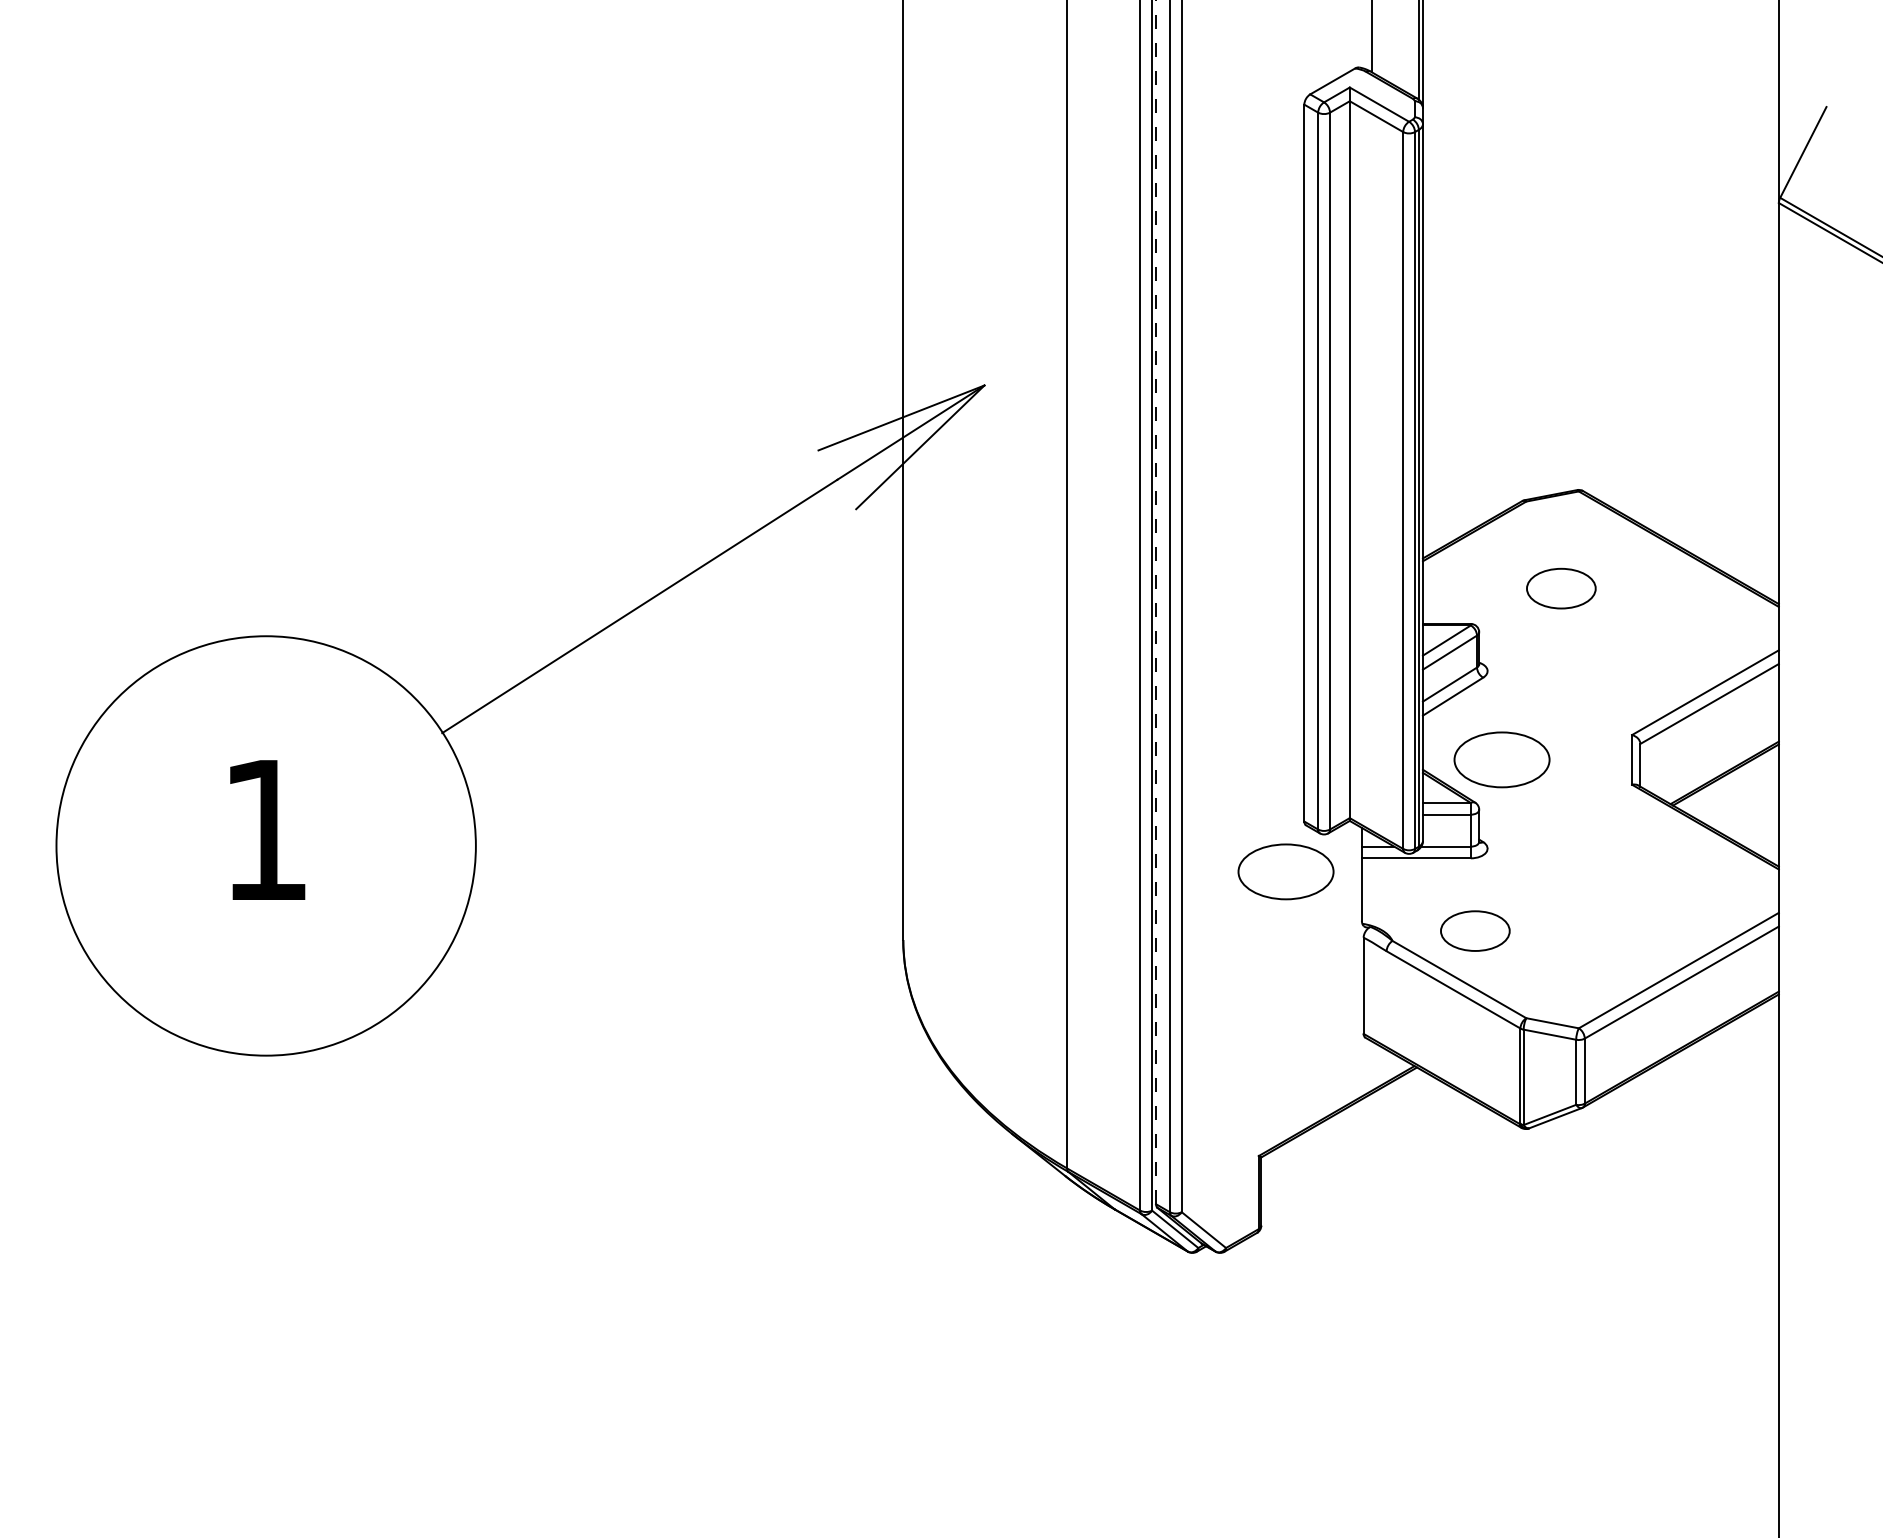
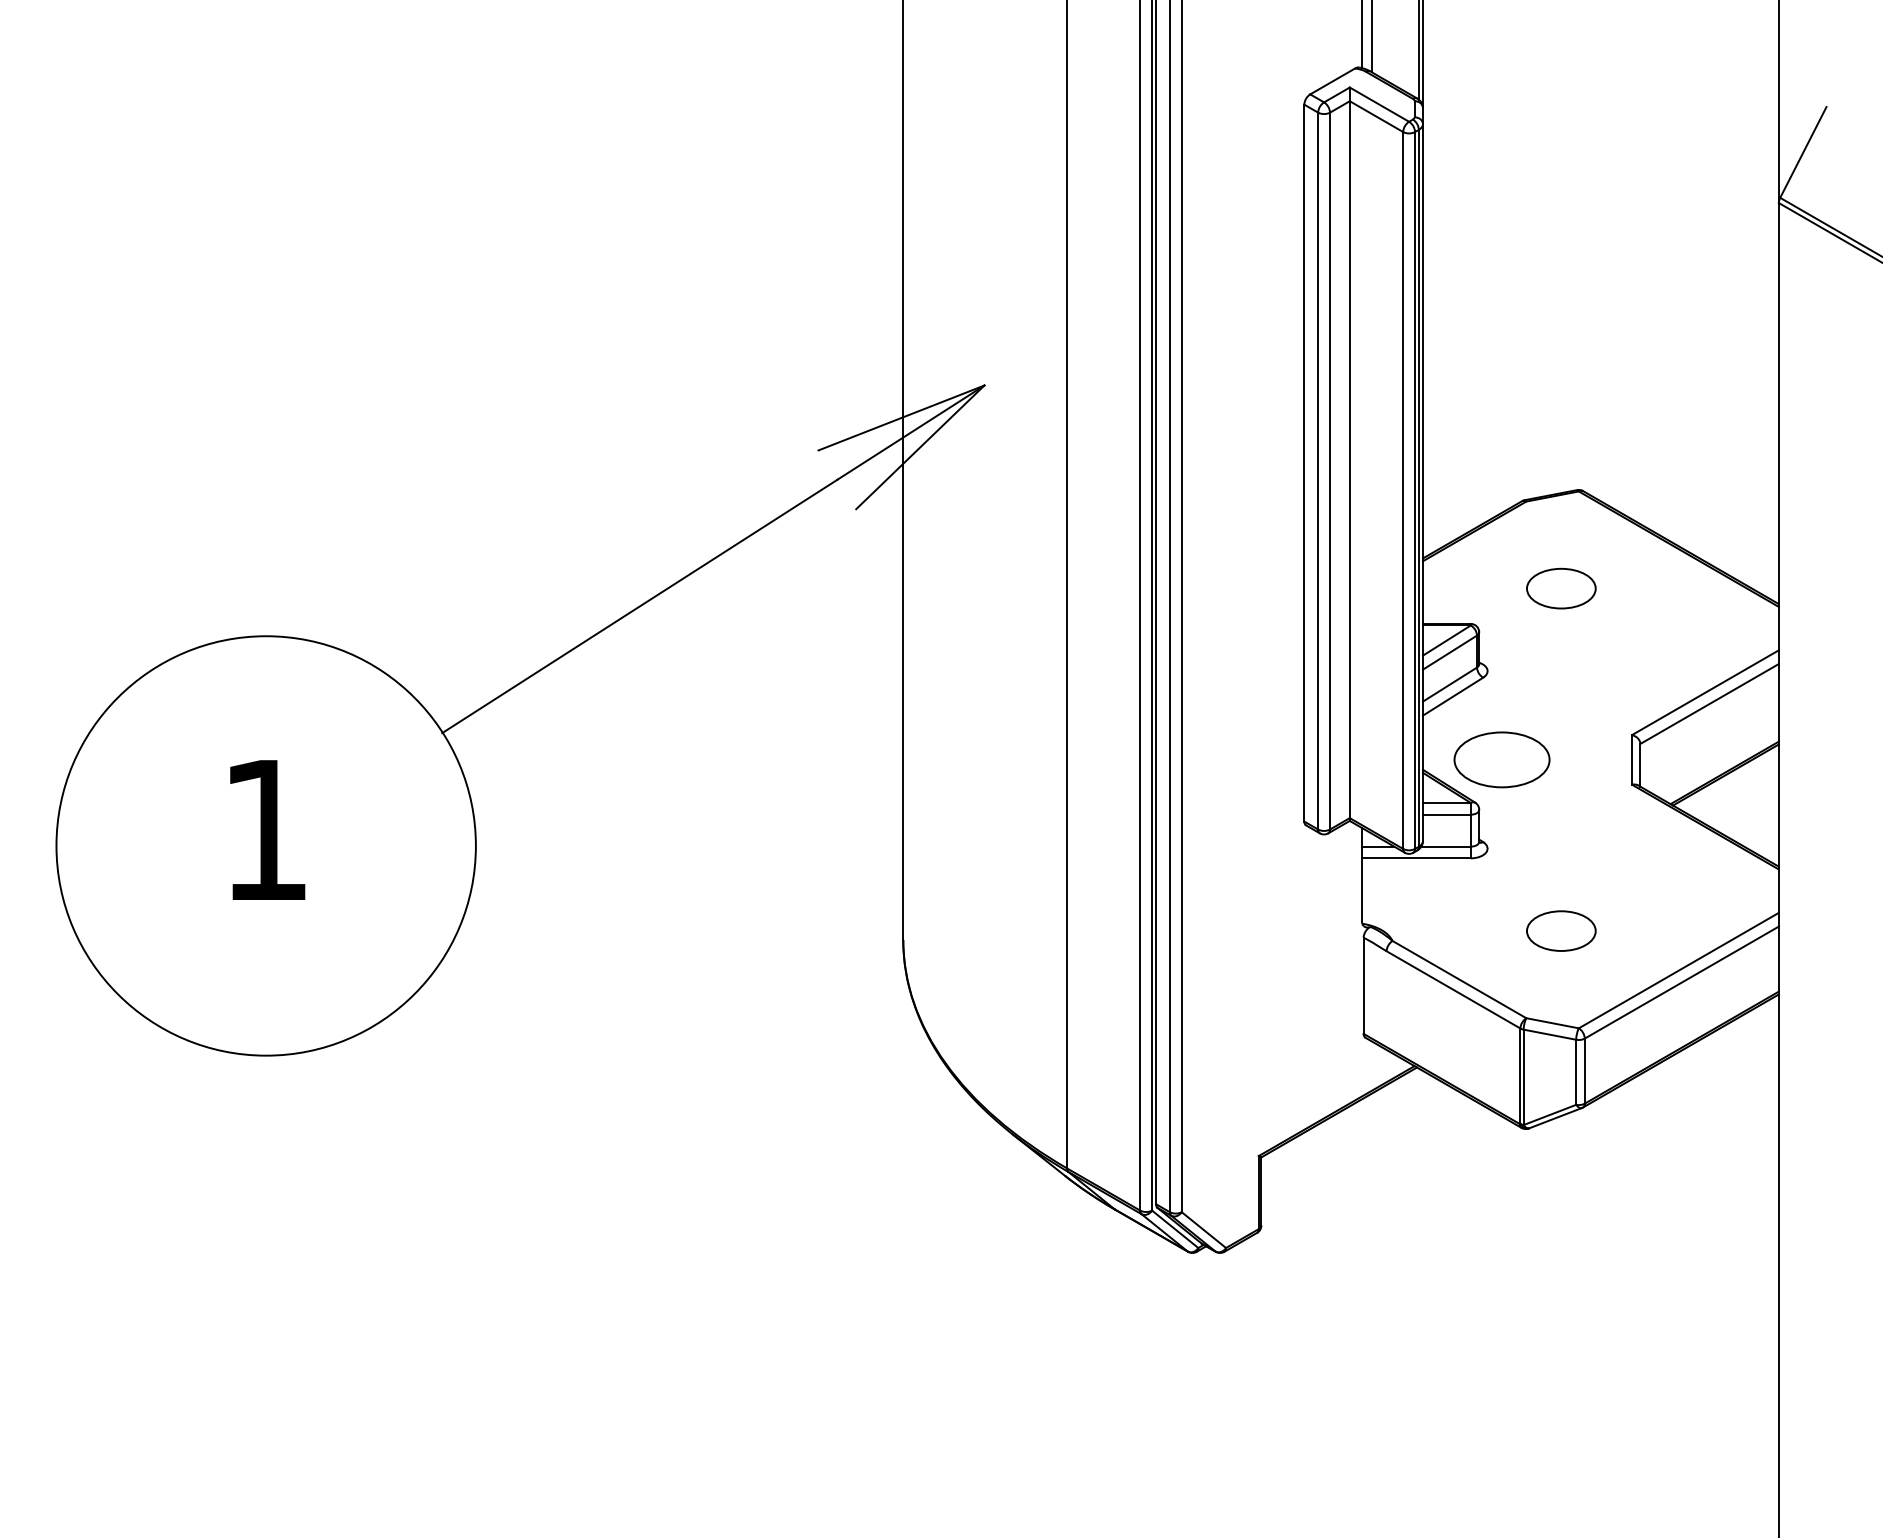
line at (1361, 35): none -> present
line at (1156, 602): dashed -> solid
part at (1285, 871): present -> none
part at (1475, 930) position: (1475, 930) -> (1561, 930)
